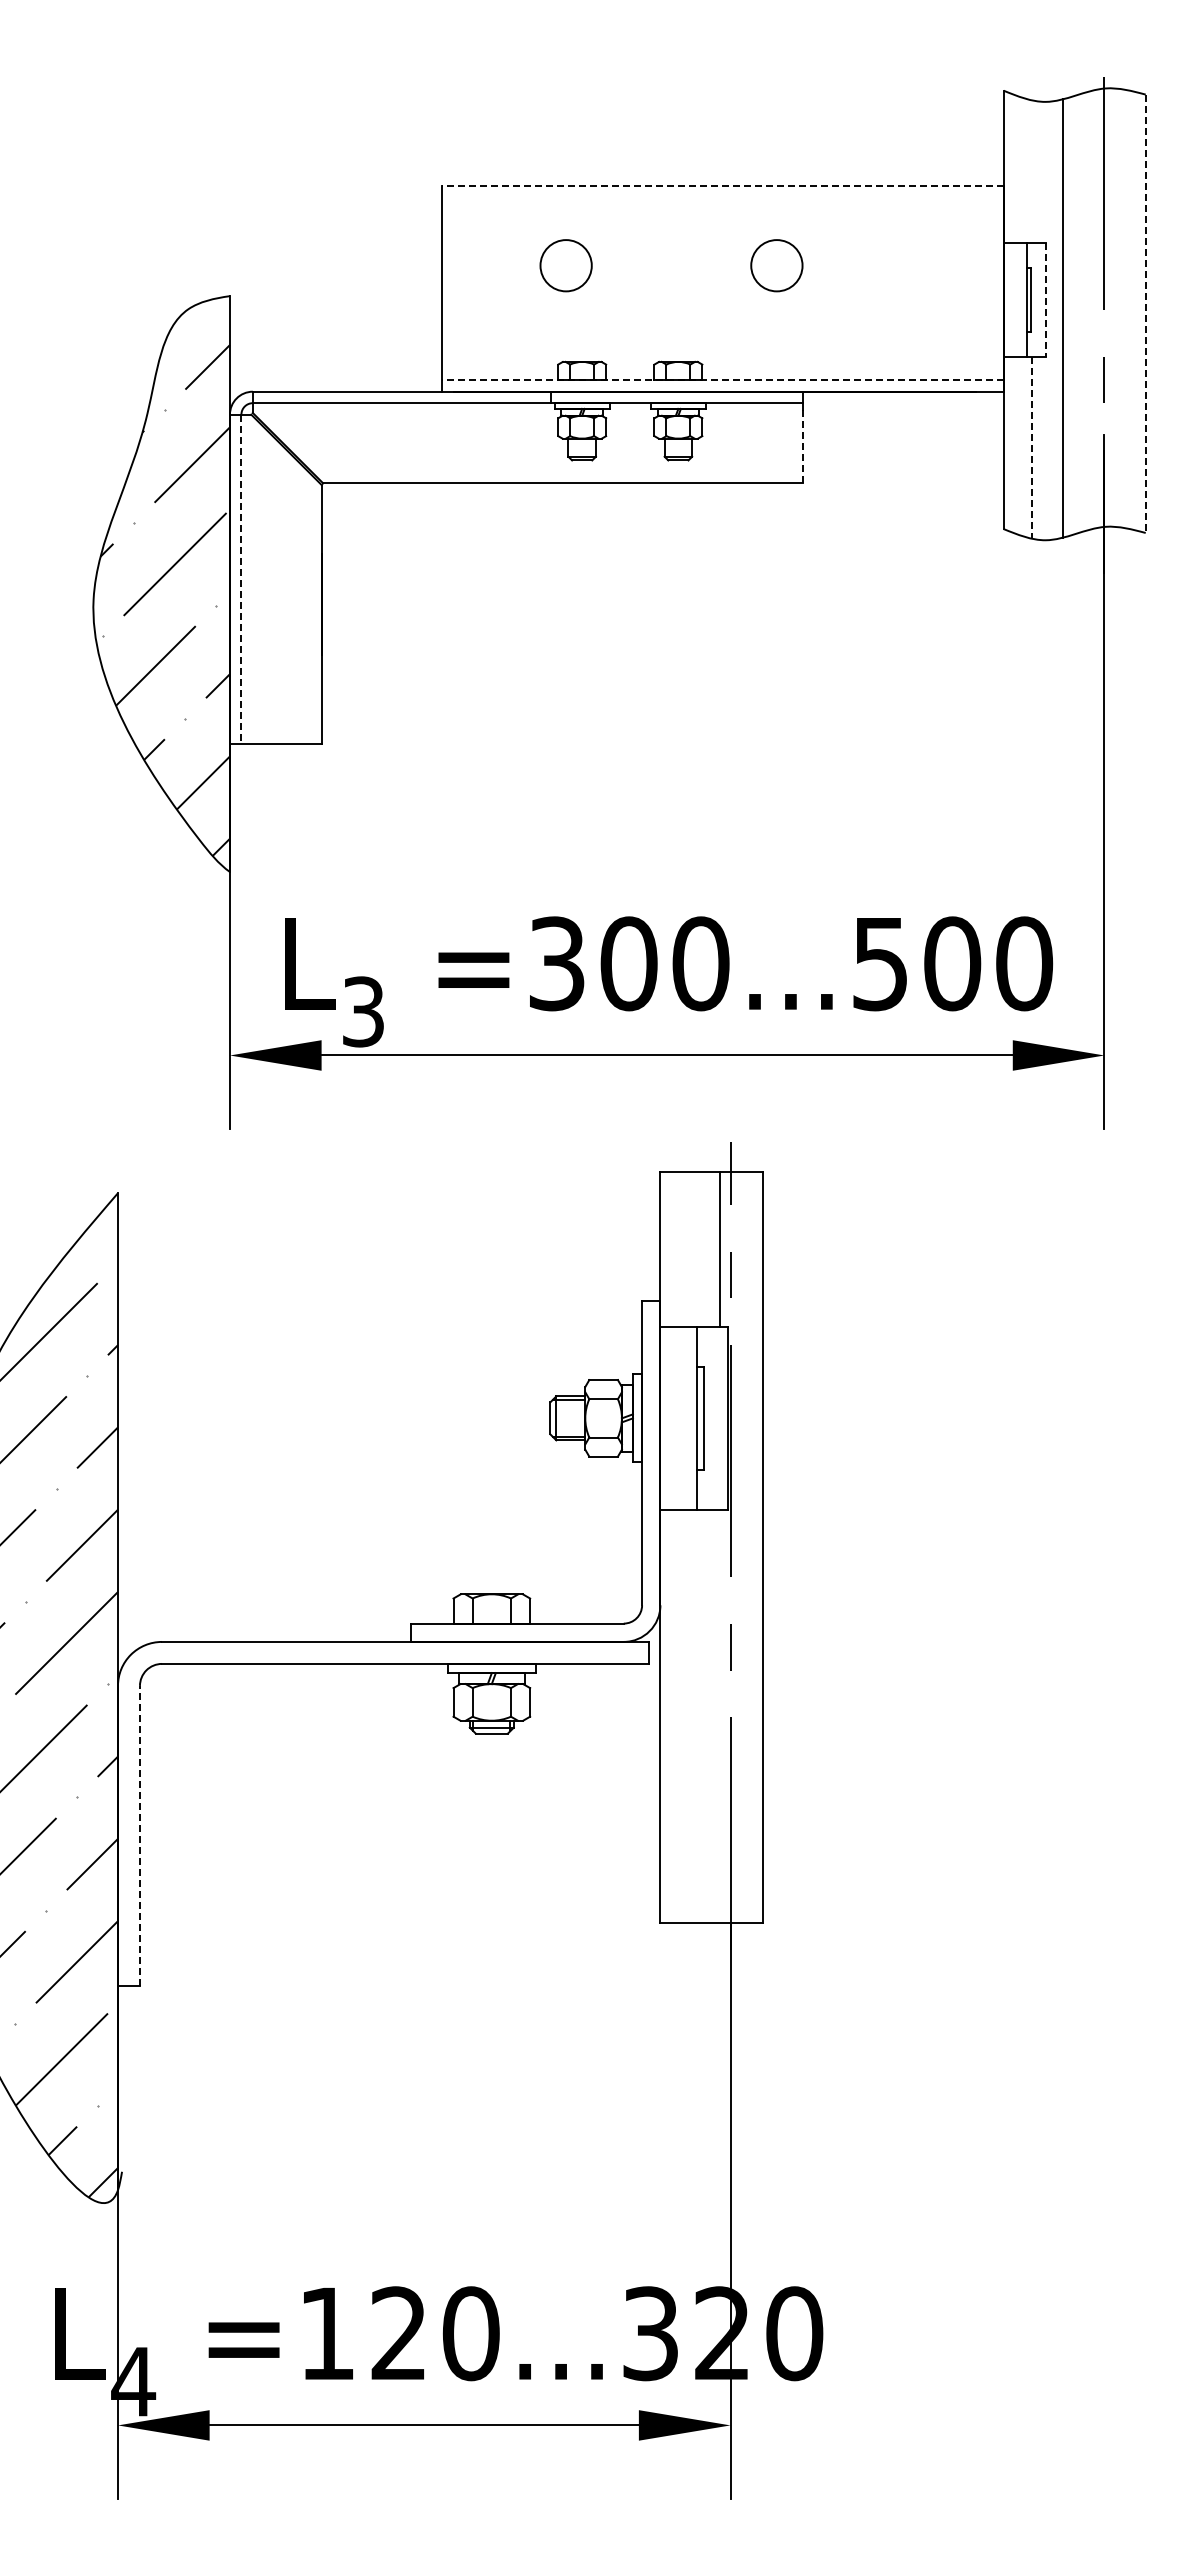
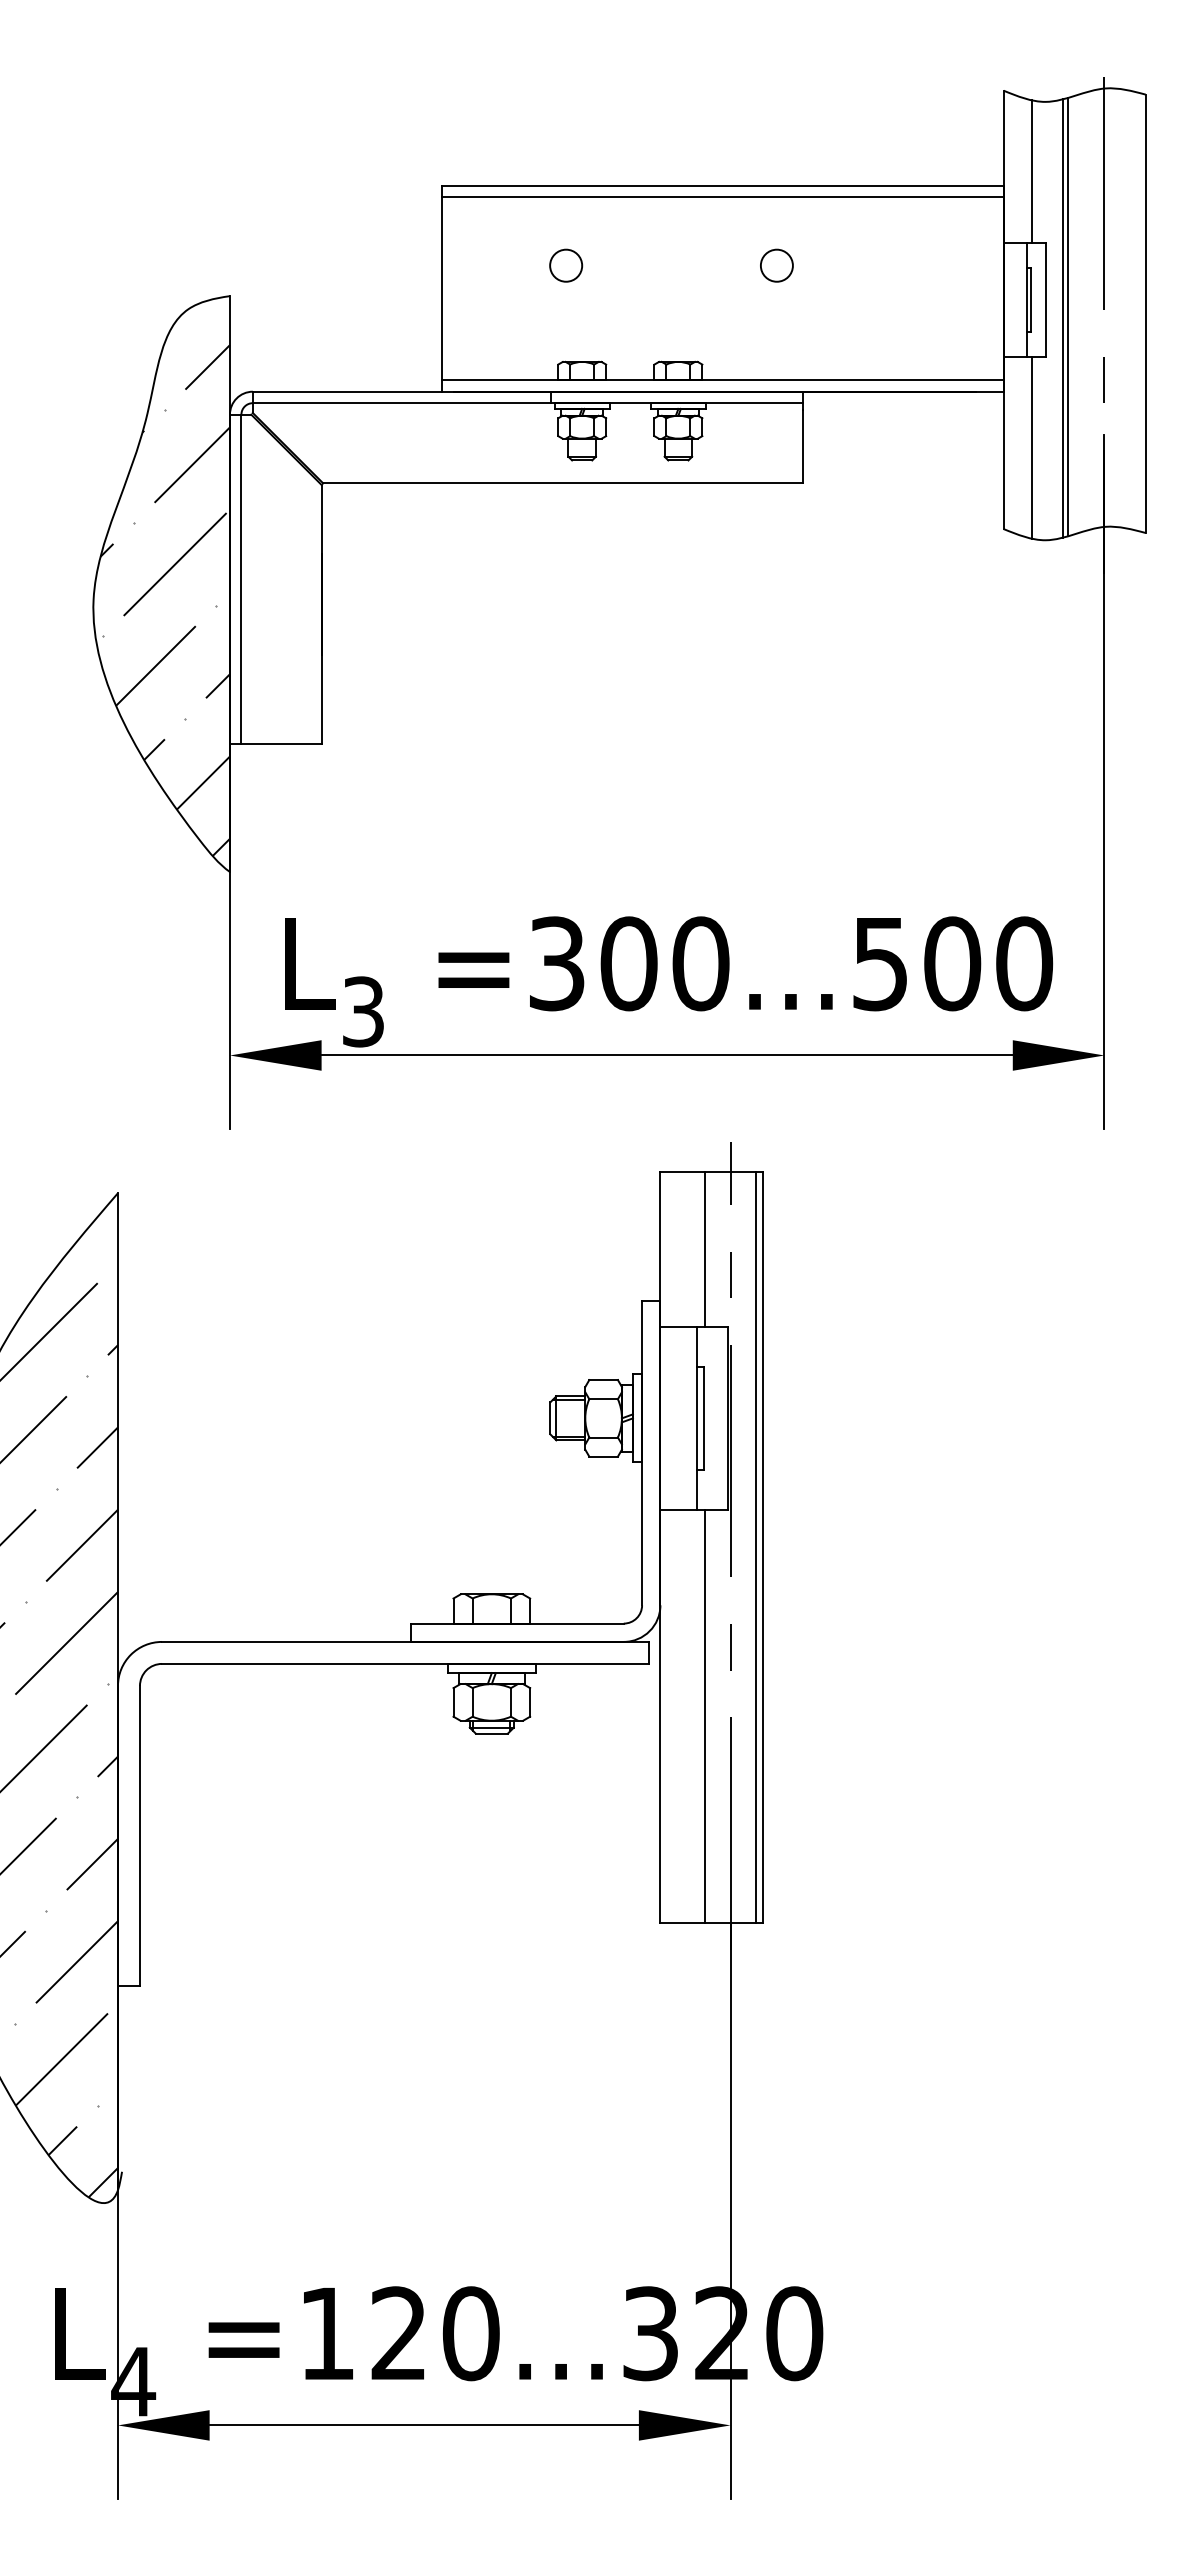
line at (1031, 171): none -> present
line at (723, 185): dashed -> solid
line at (722, 197): none -> present
circle at (565, 265) diameter: 51 px -> 32 px
circle at (776, 265) diameter: 51 px -> 32 px
line at (1046, 300): dashed -> solid
line at (1145, 314): dashed -> solid
line at (1067, 317): none -> present
line at (723, 380): dashed -> solid
line at (802, 446): dashed -> solid
line at (1031, 448): dashed -> solid
line at (241, 579): dashed -> solid
line at (720, 1248) position: (720, 1248) -> (705, 1248)
line at (755, 1546): none -> present
line at (705, 1715): none -> present
line at (139, 1835): dashed -> solid
